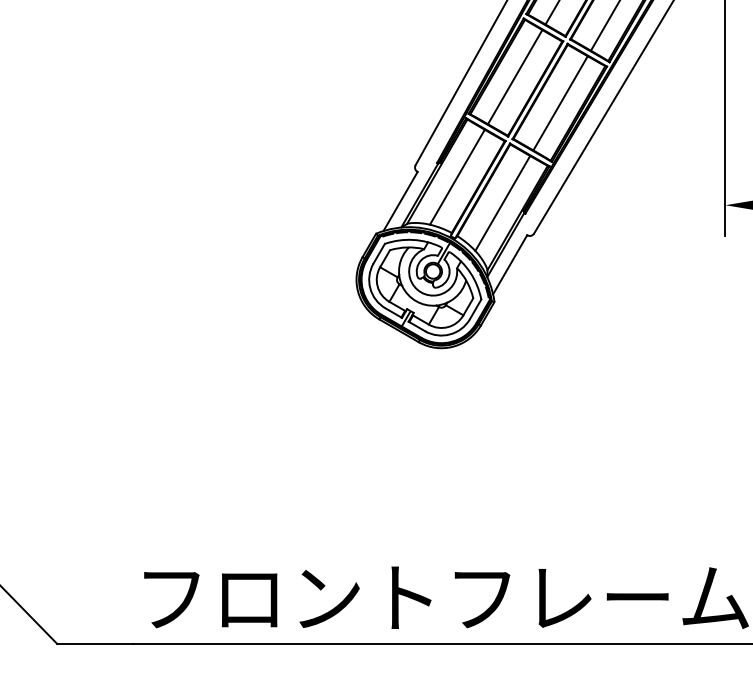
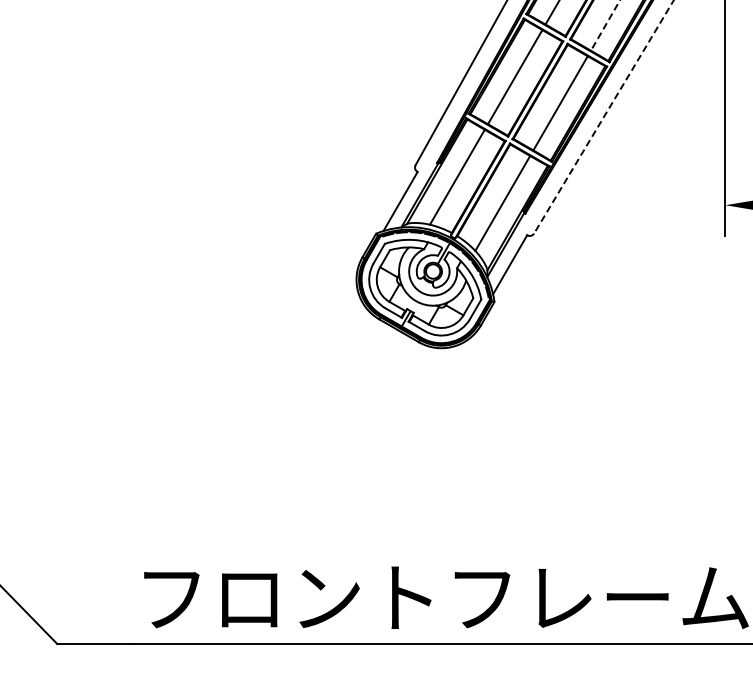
line at (605, 25): solid -> dashed
line at (603, 116): solid -> dashed
